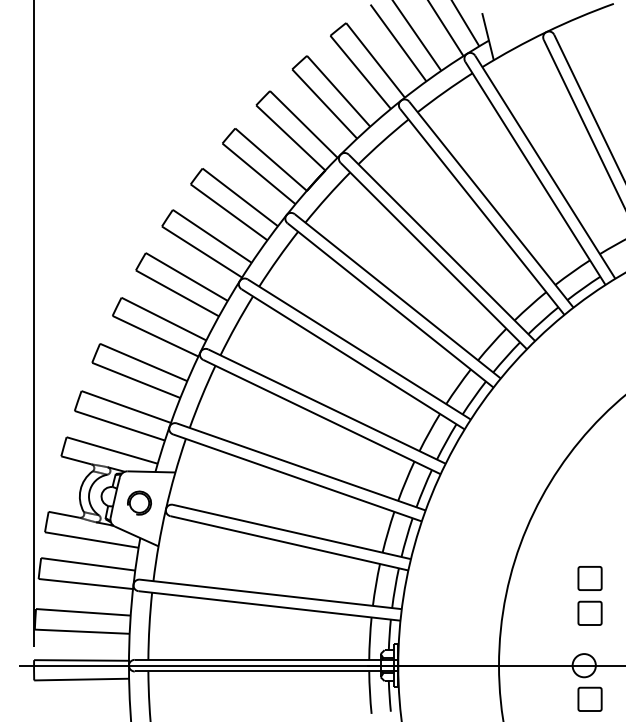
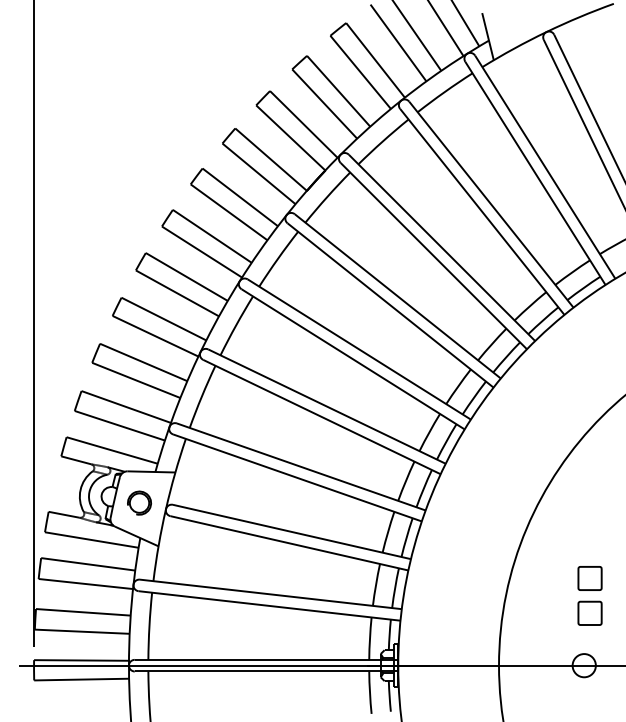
part at (589, 698): present -> none
